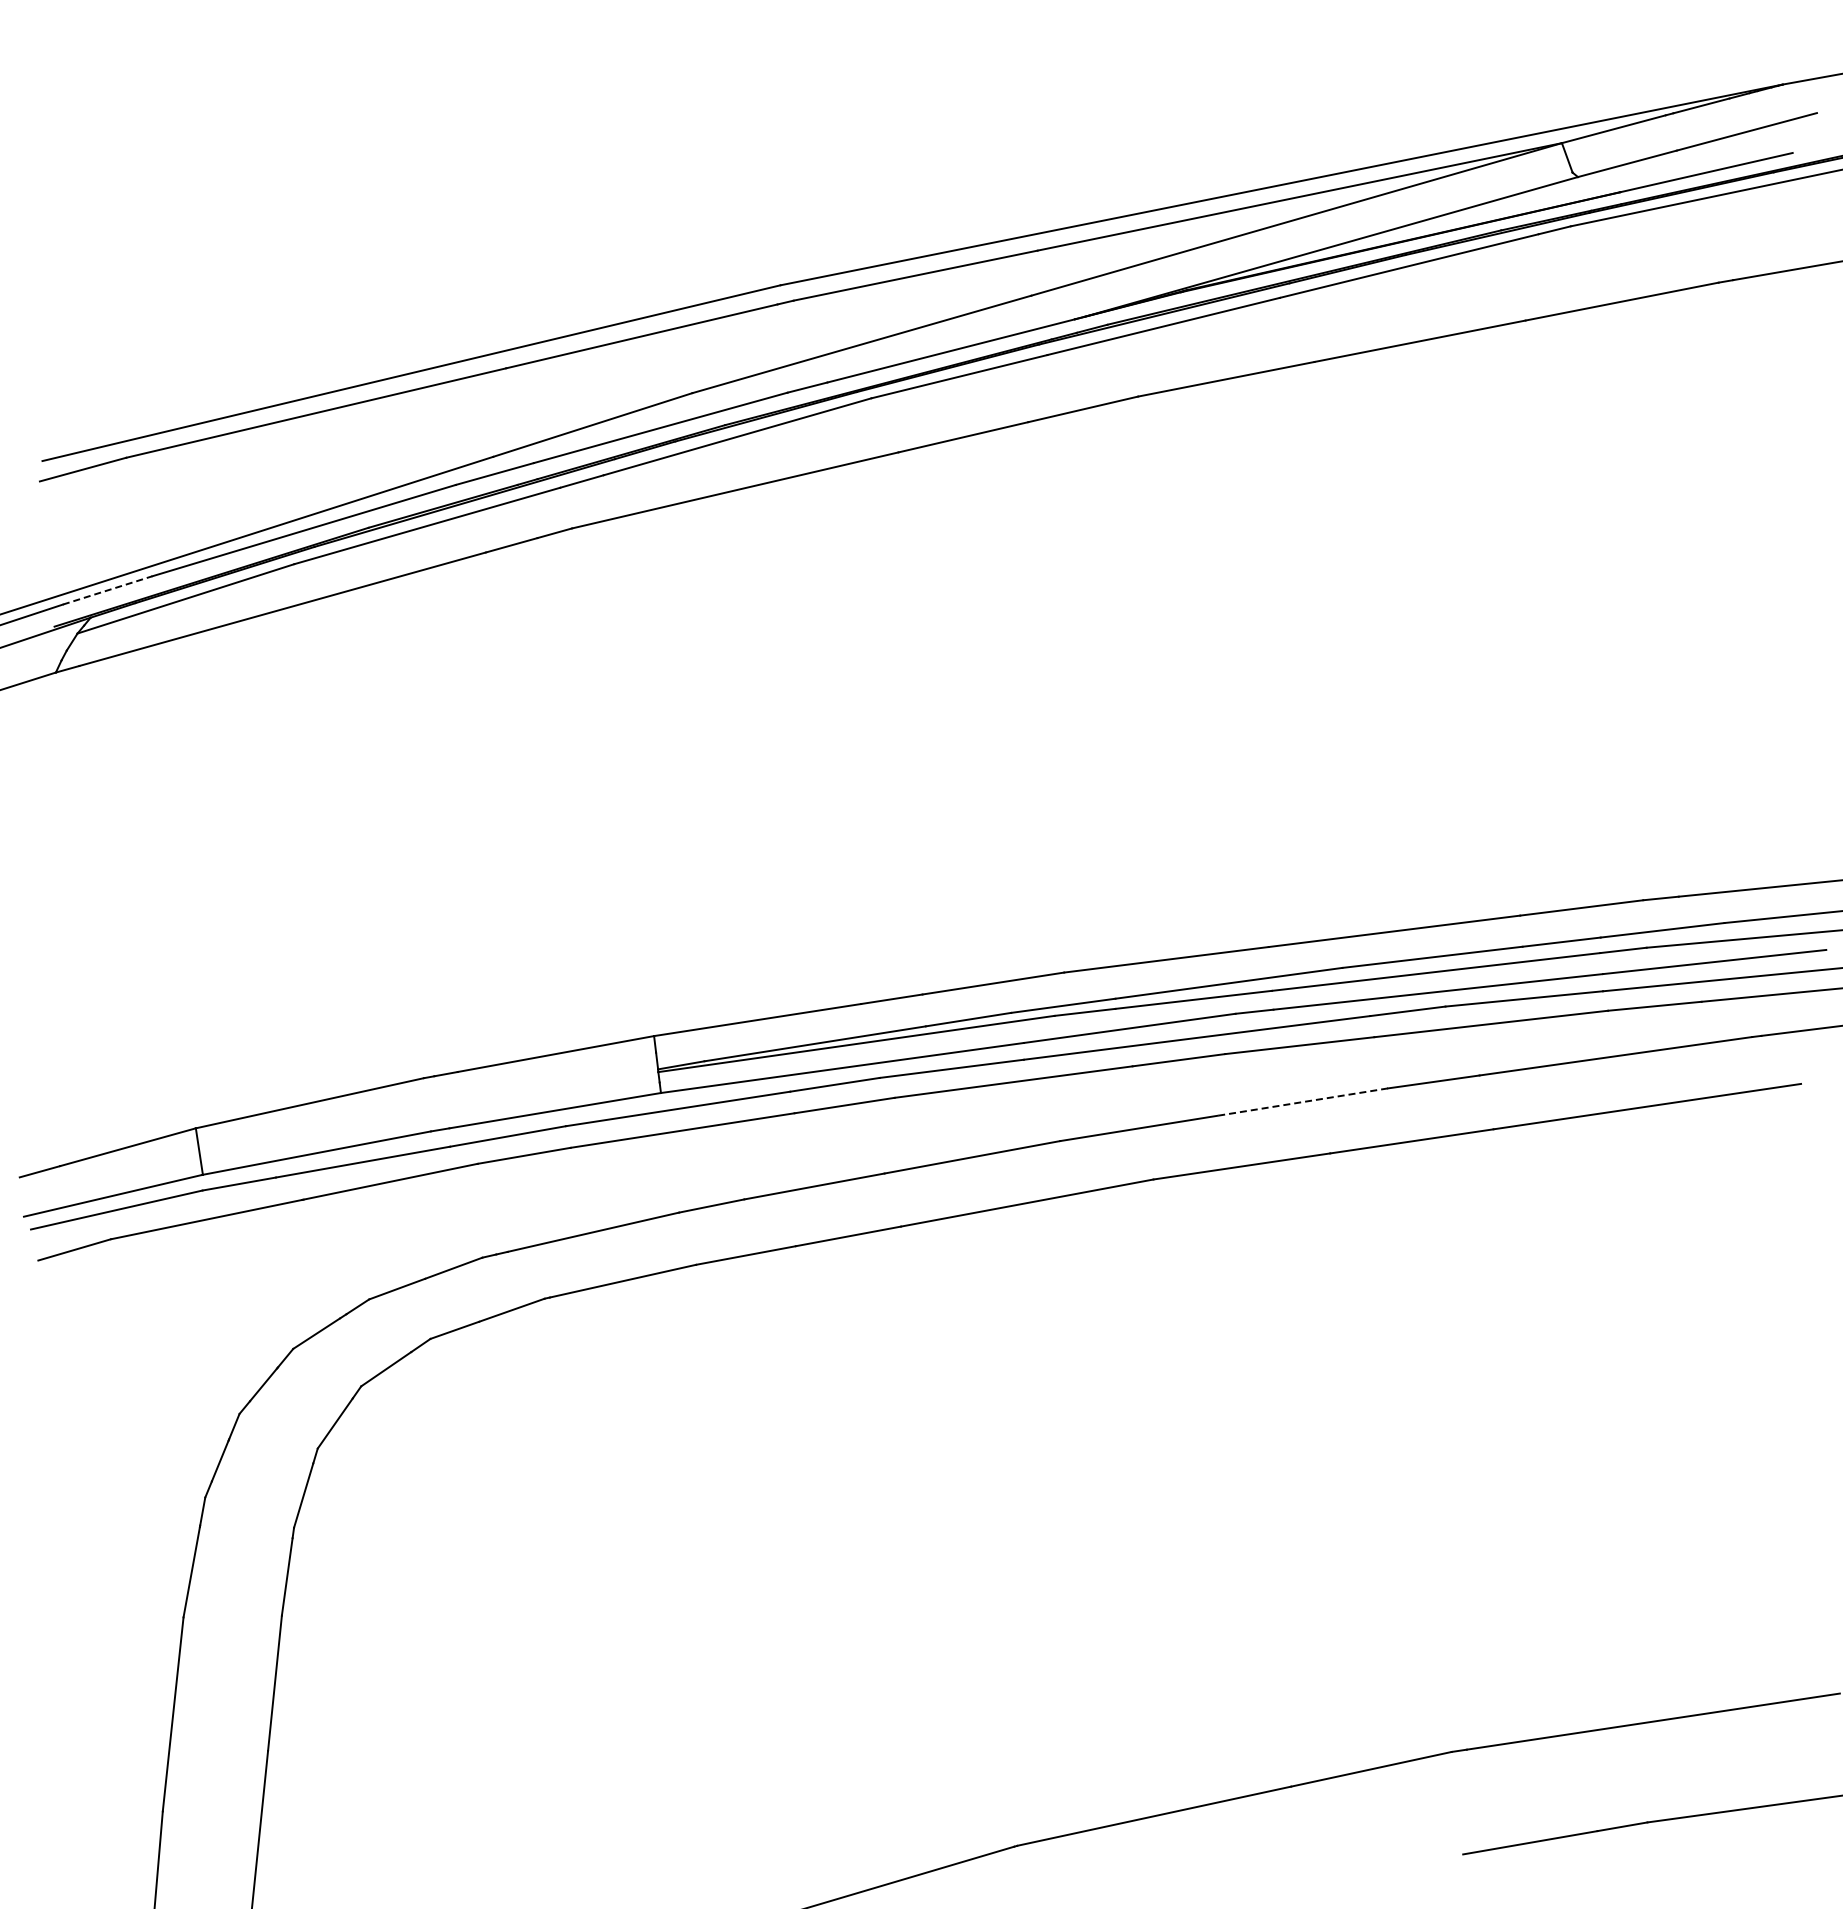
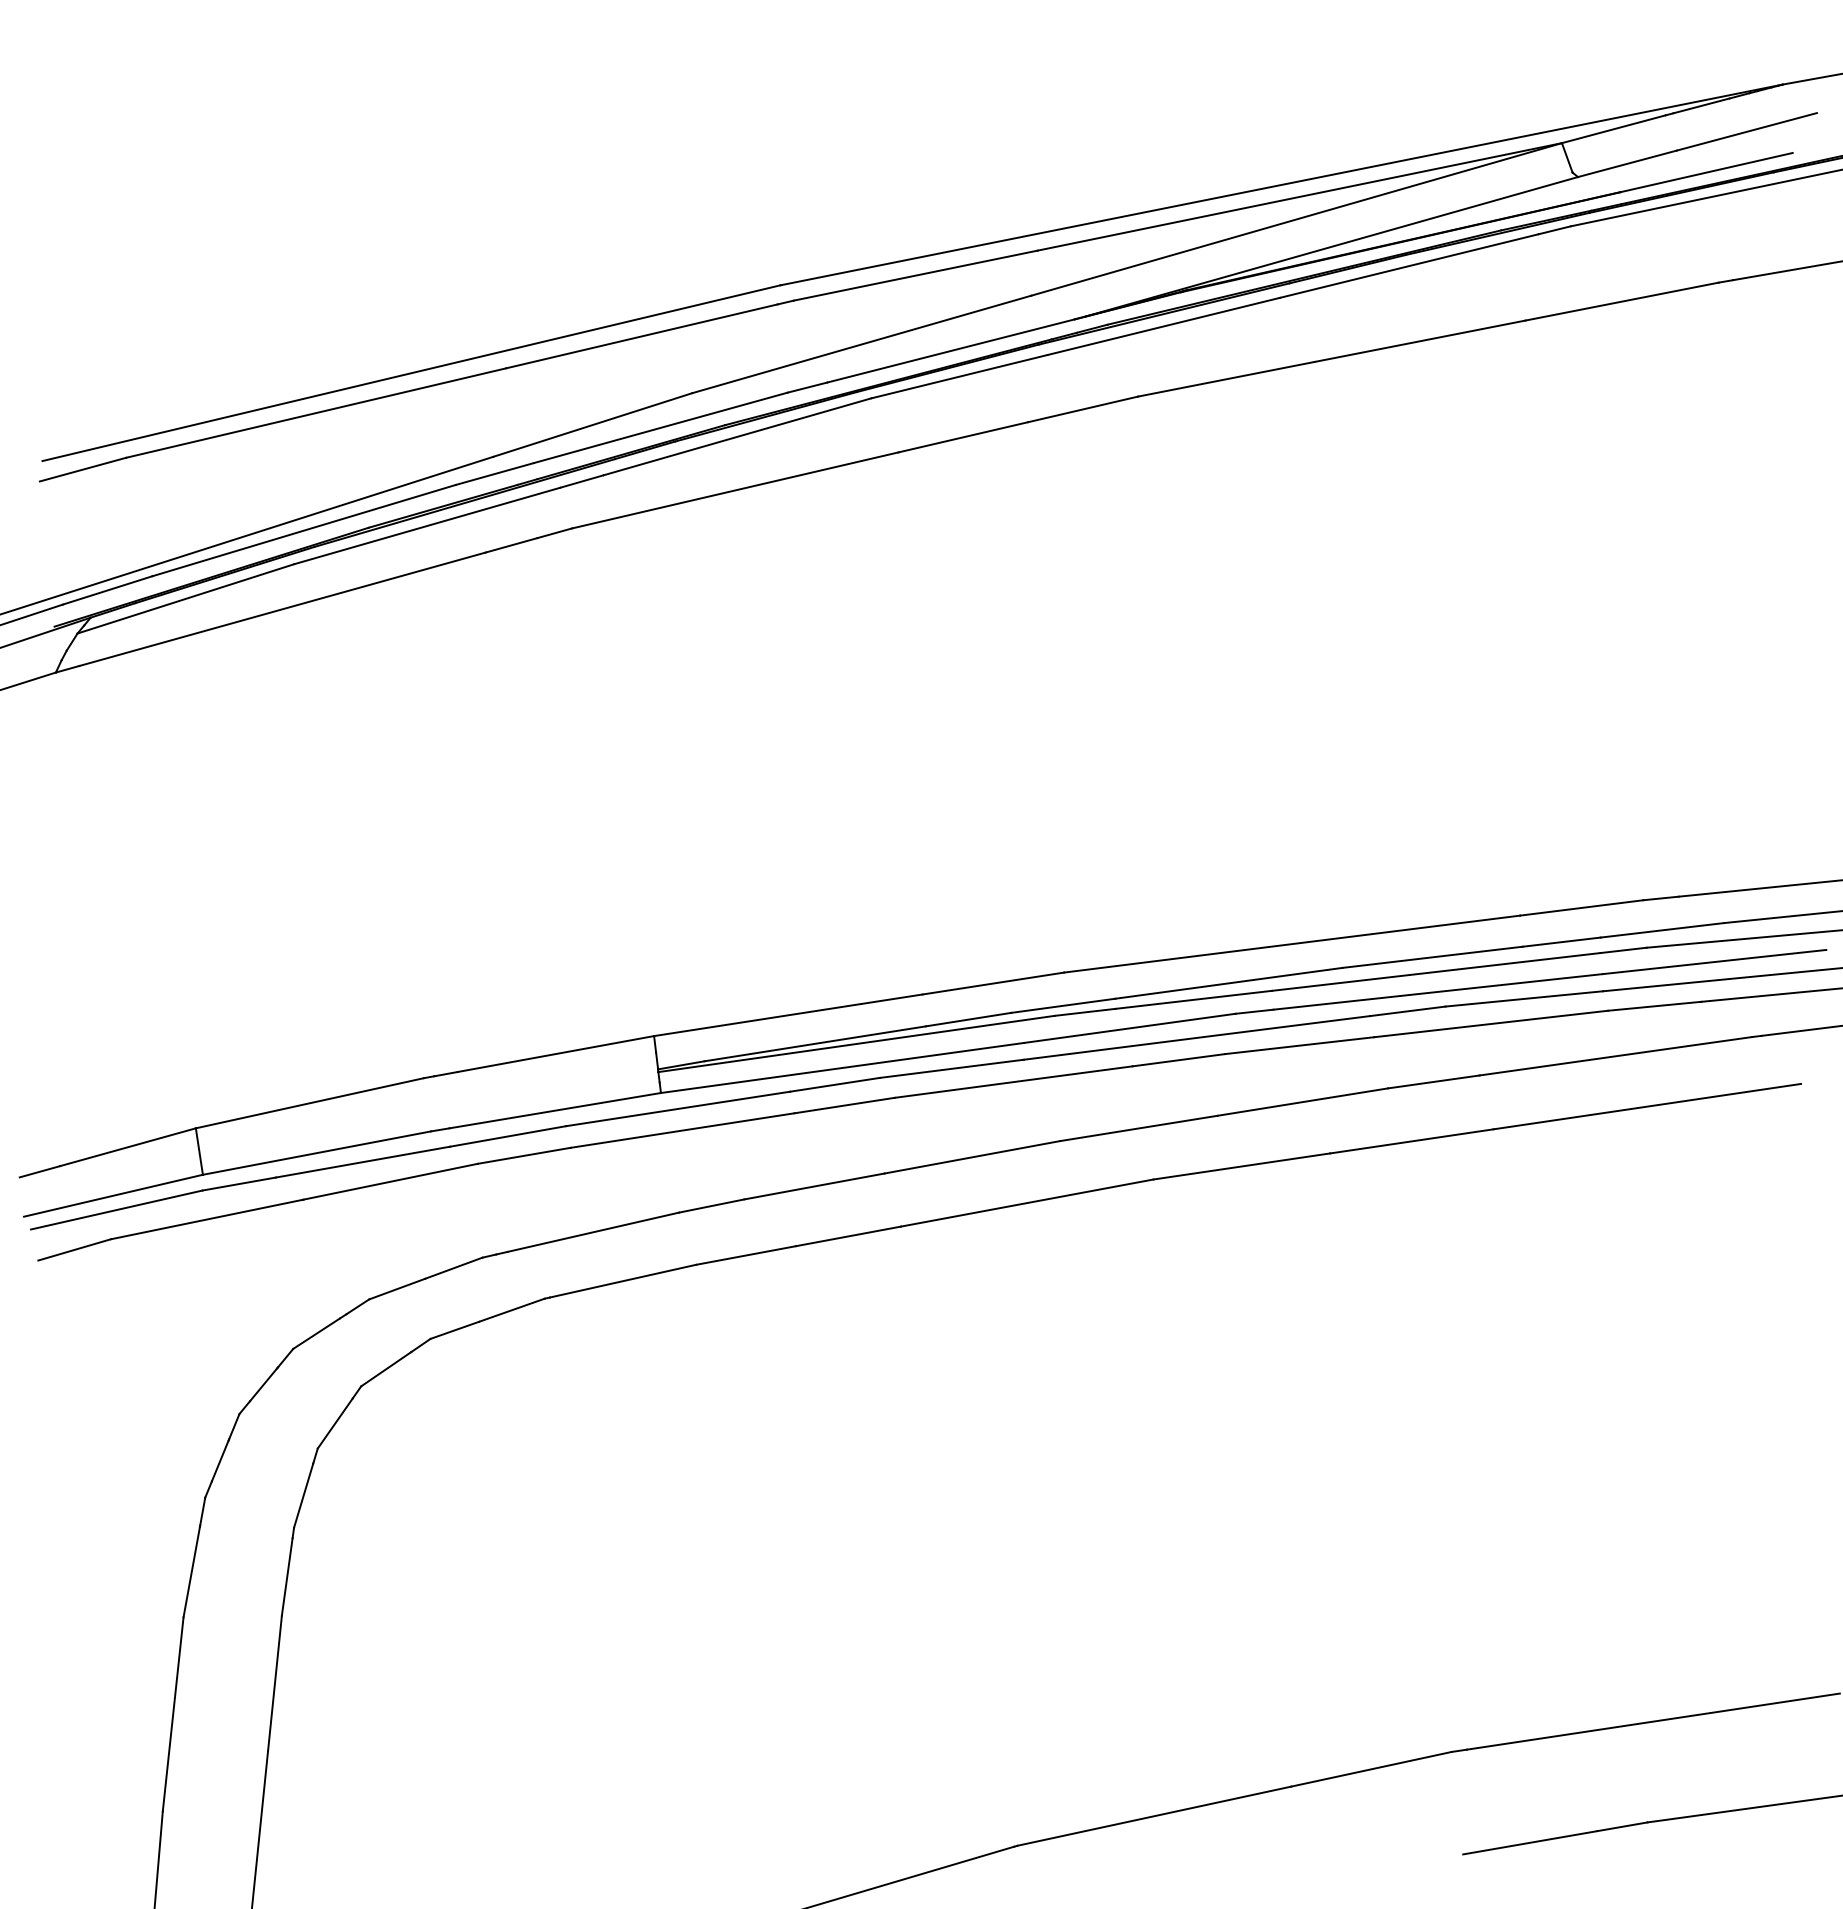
line at (107, 590): dashed -> solid
line at (1302, 1102): dashed -> solid
